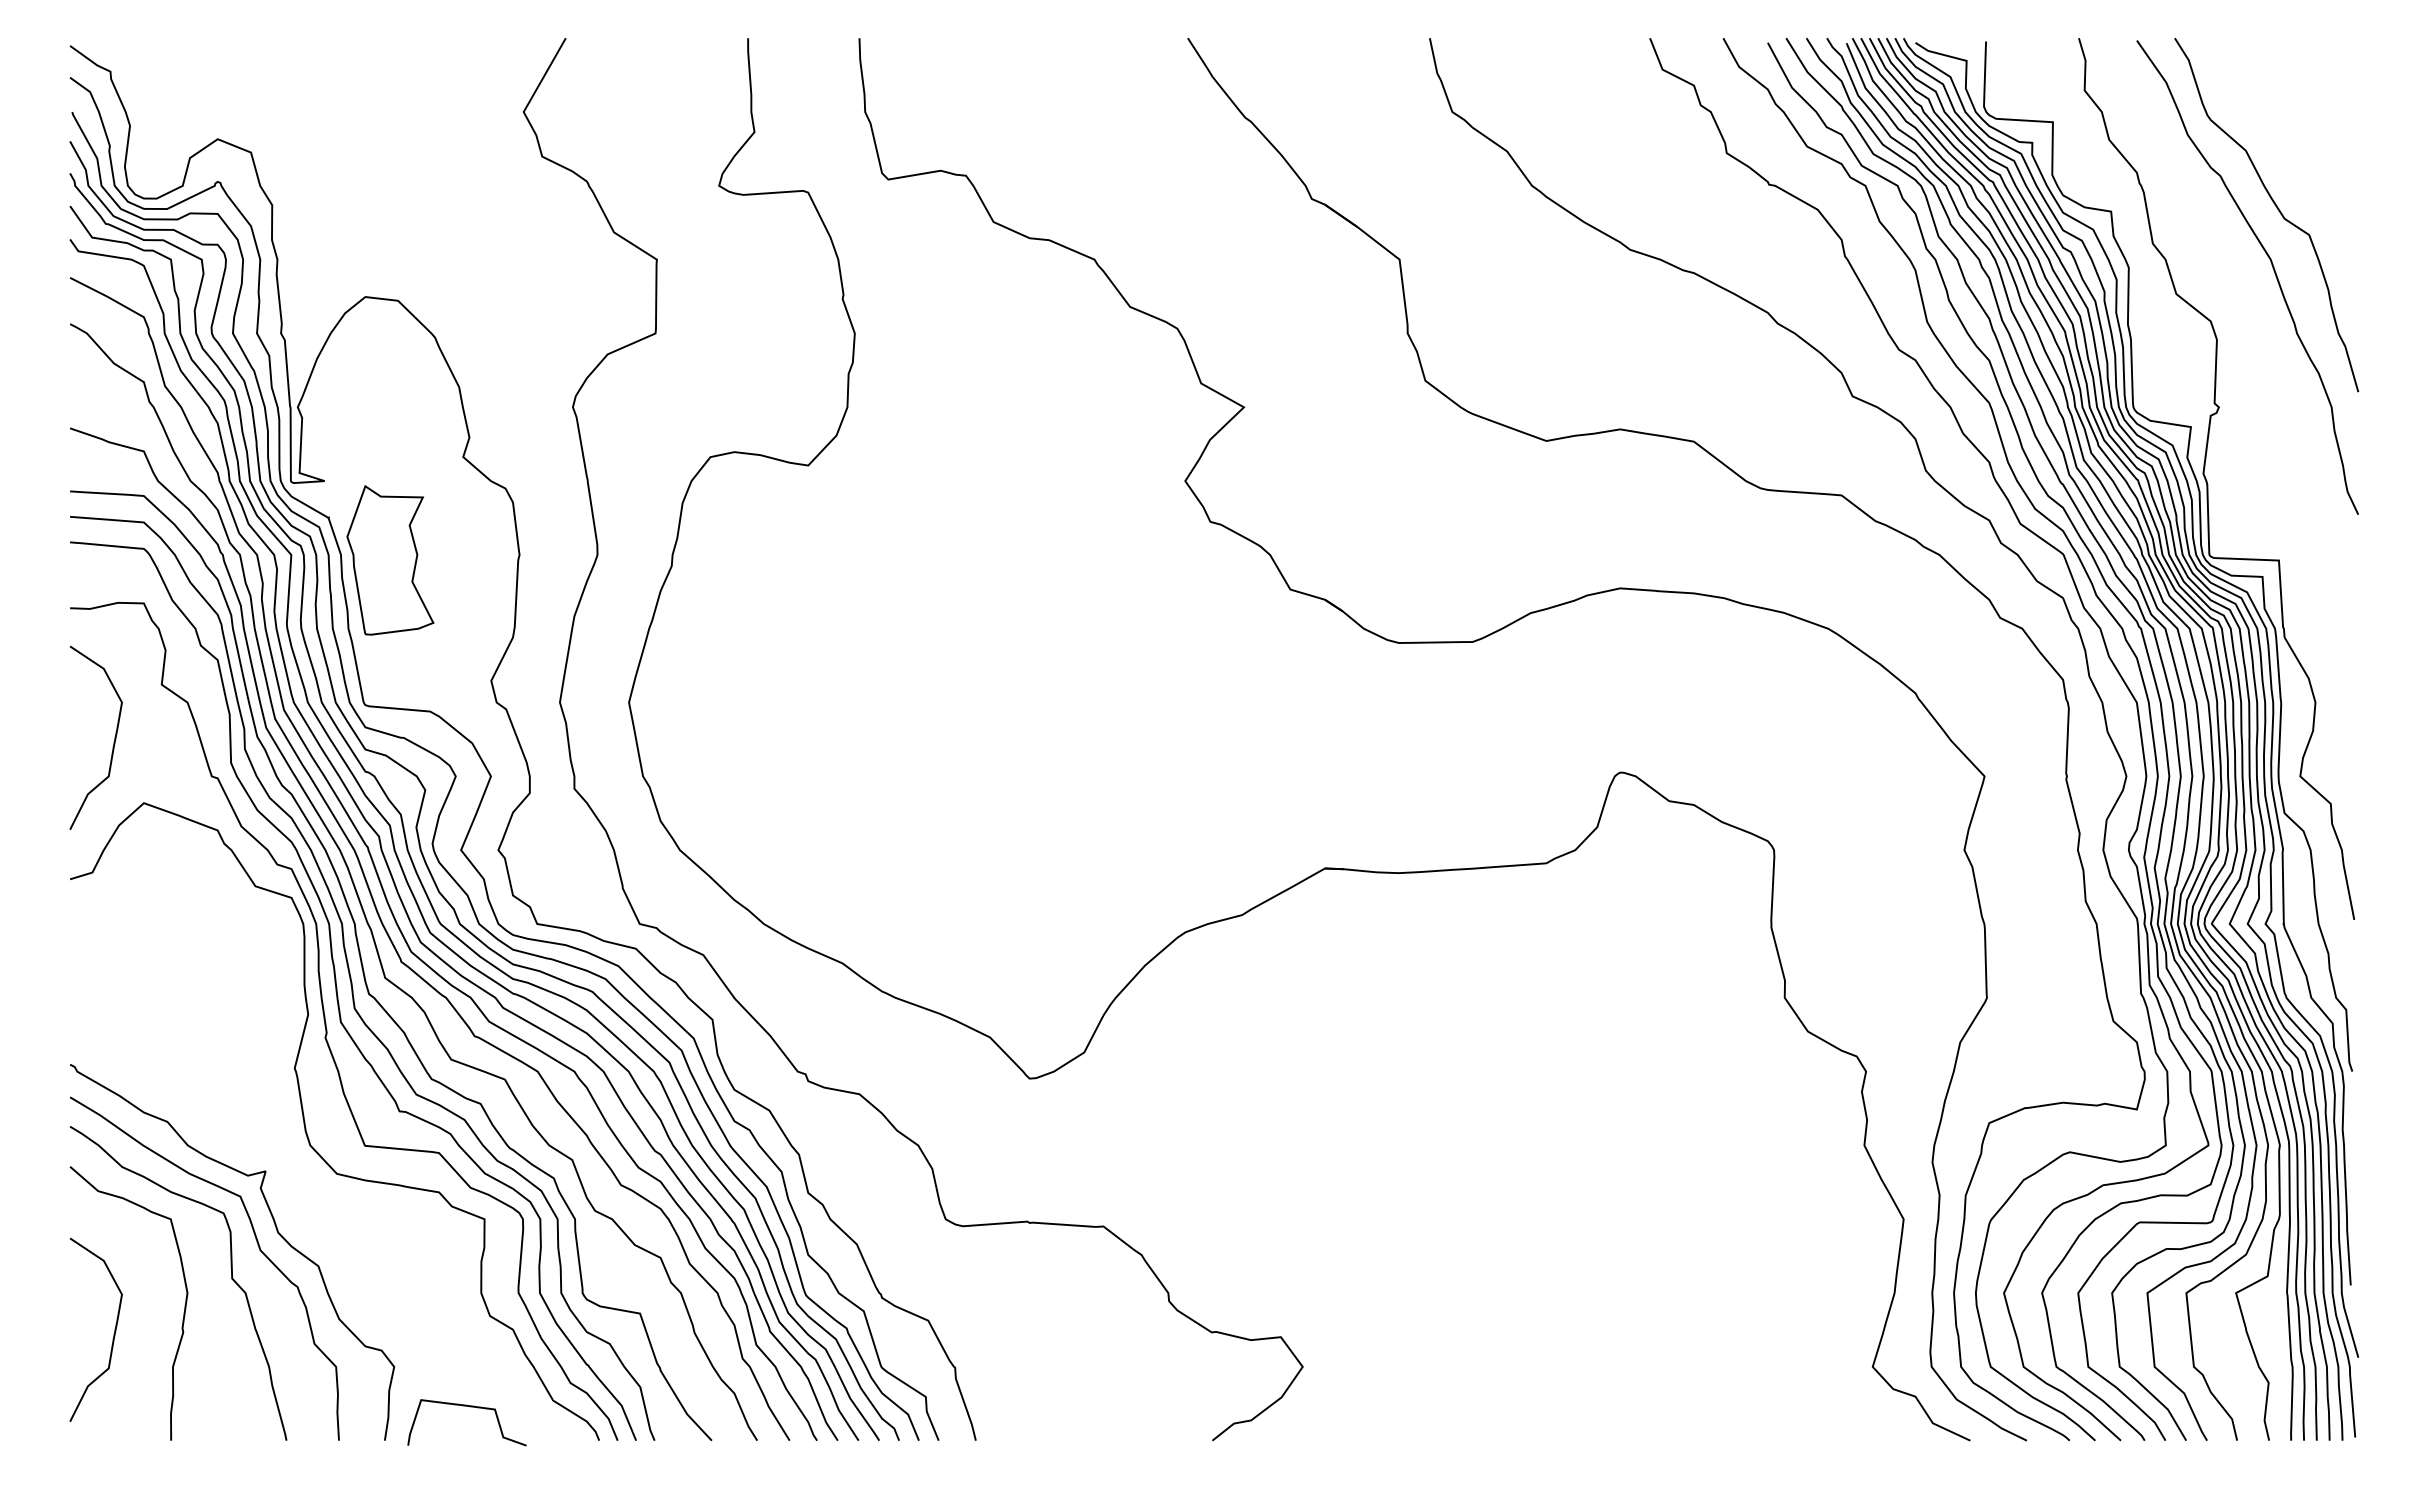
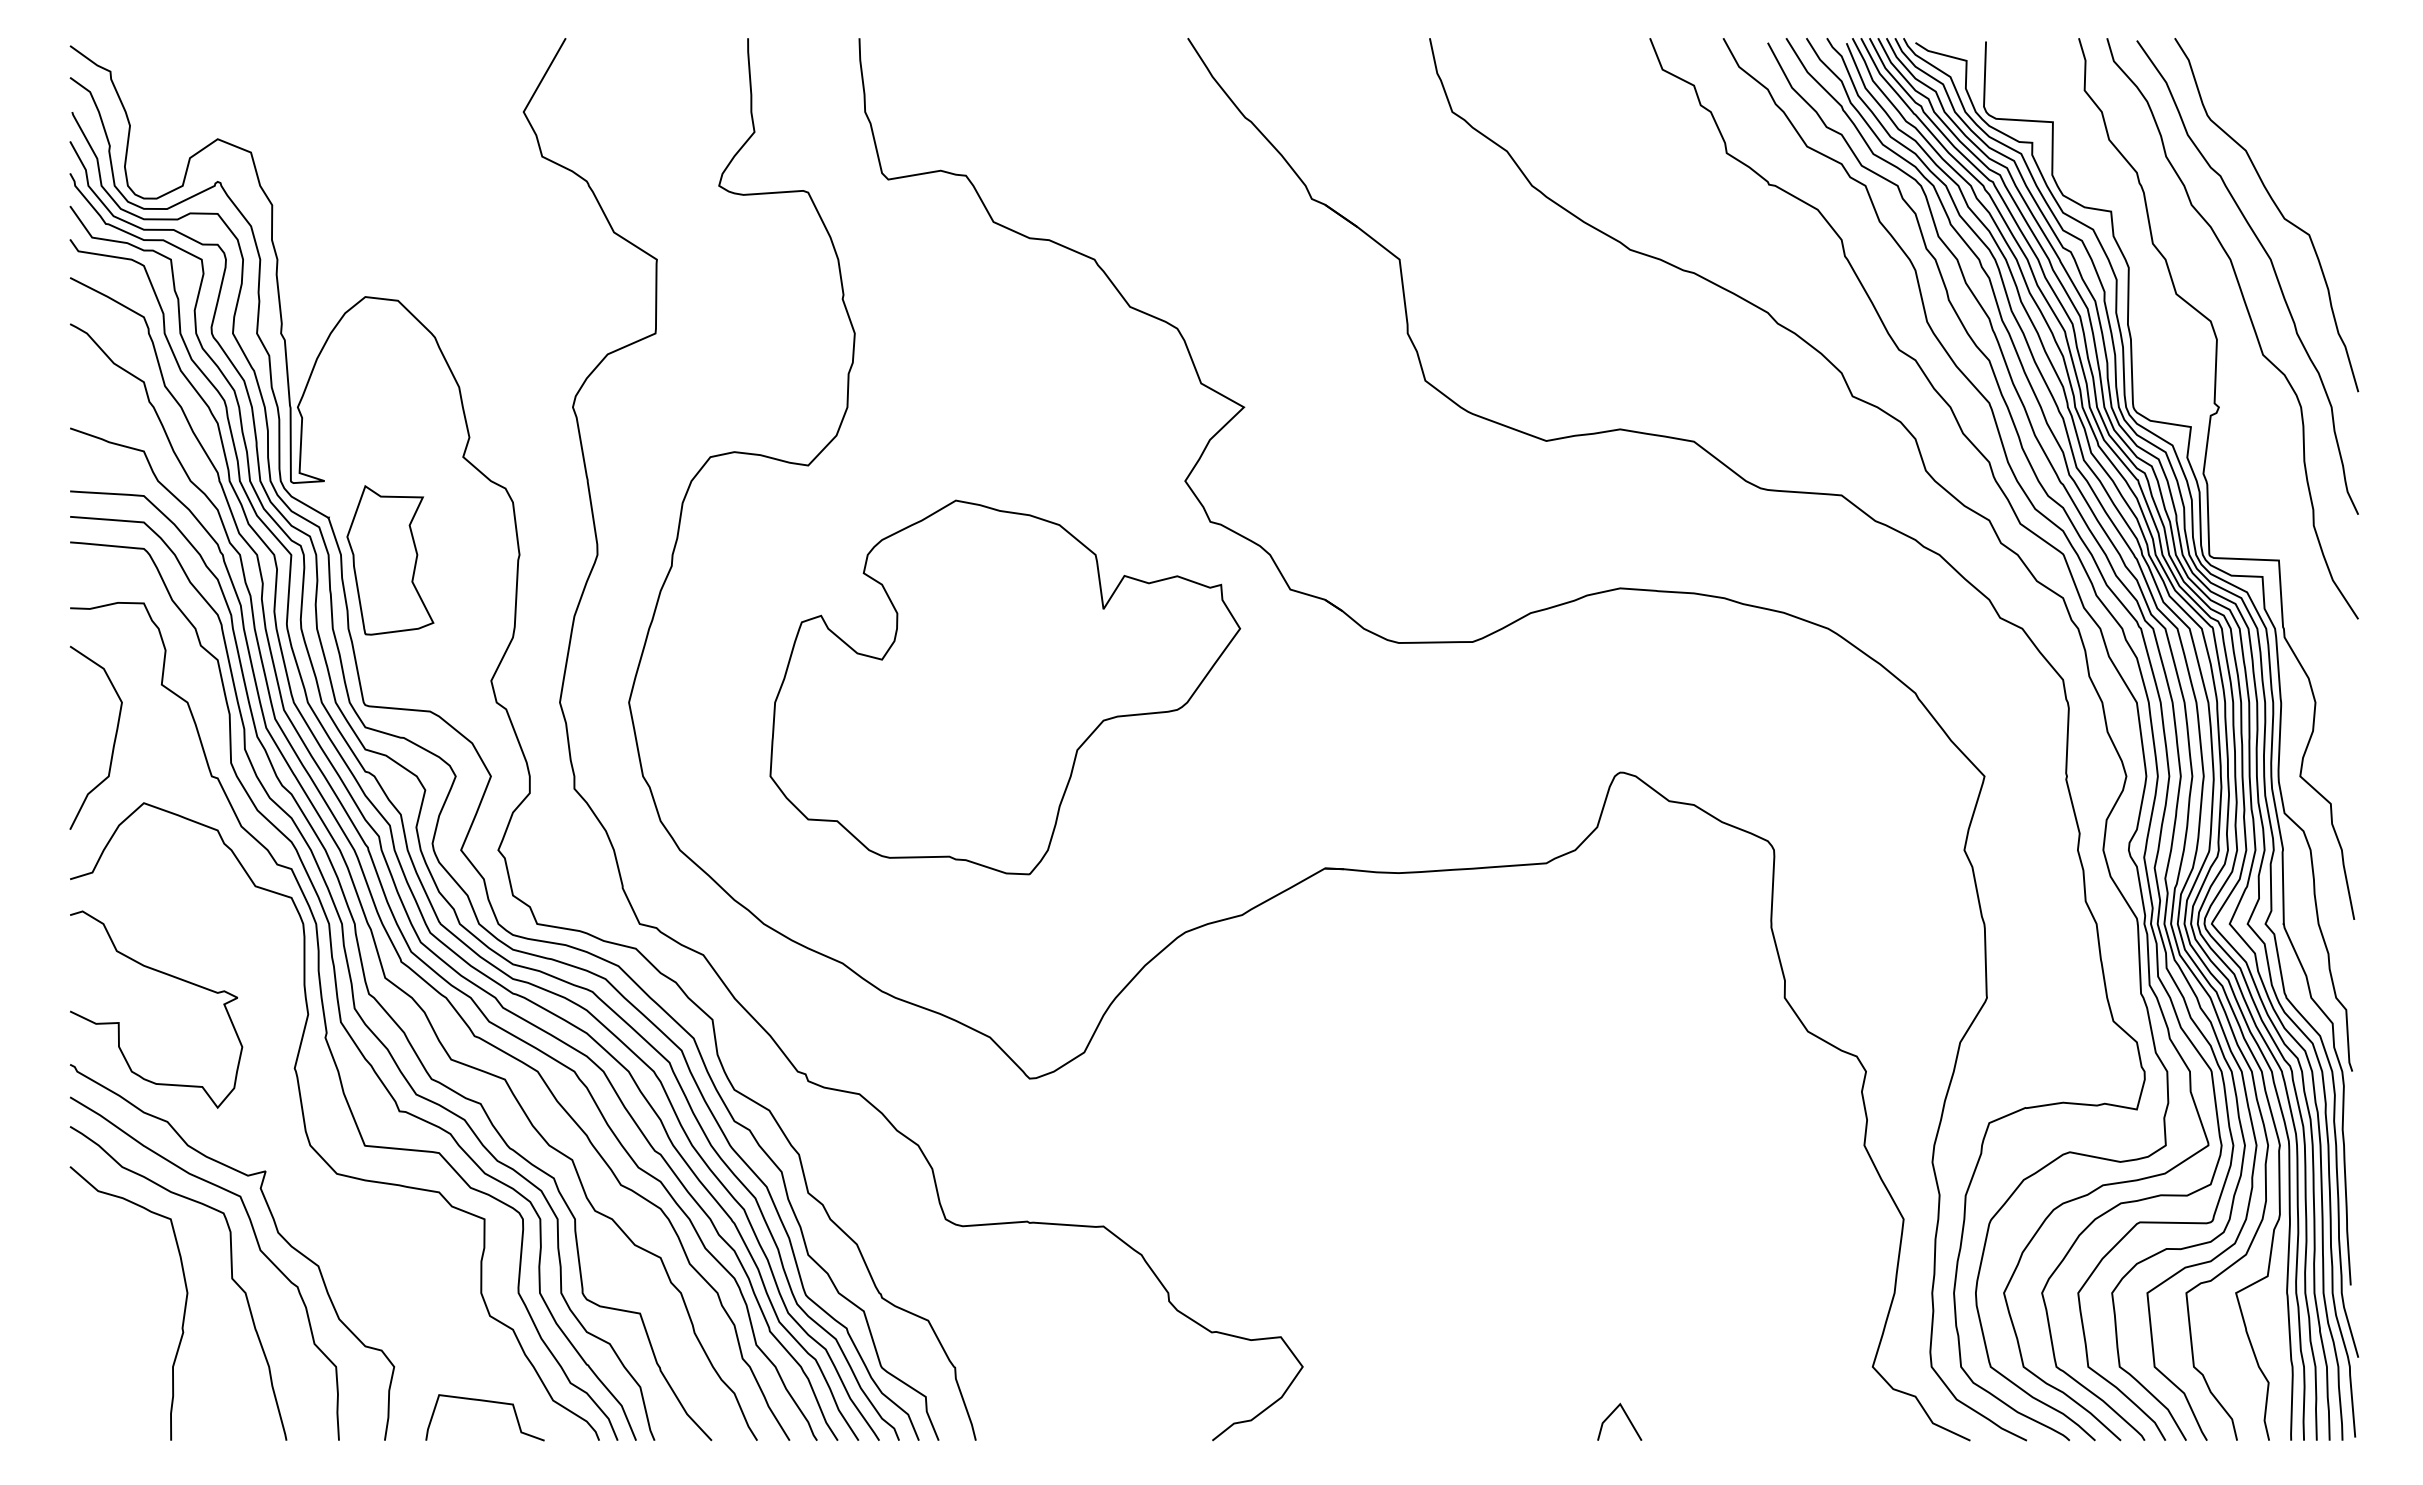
curve at (2250, 321): none -> present
part at (1005, 687): none -> present
curve at (169, 976): none -> present
curve at (113, 1334): present -> none
curve at (470, 1407) position: (470, 1407) -> (488, 1402)
line at (1625, 1415): none -> present
